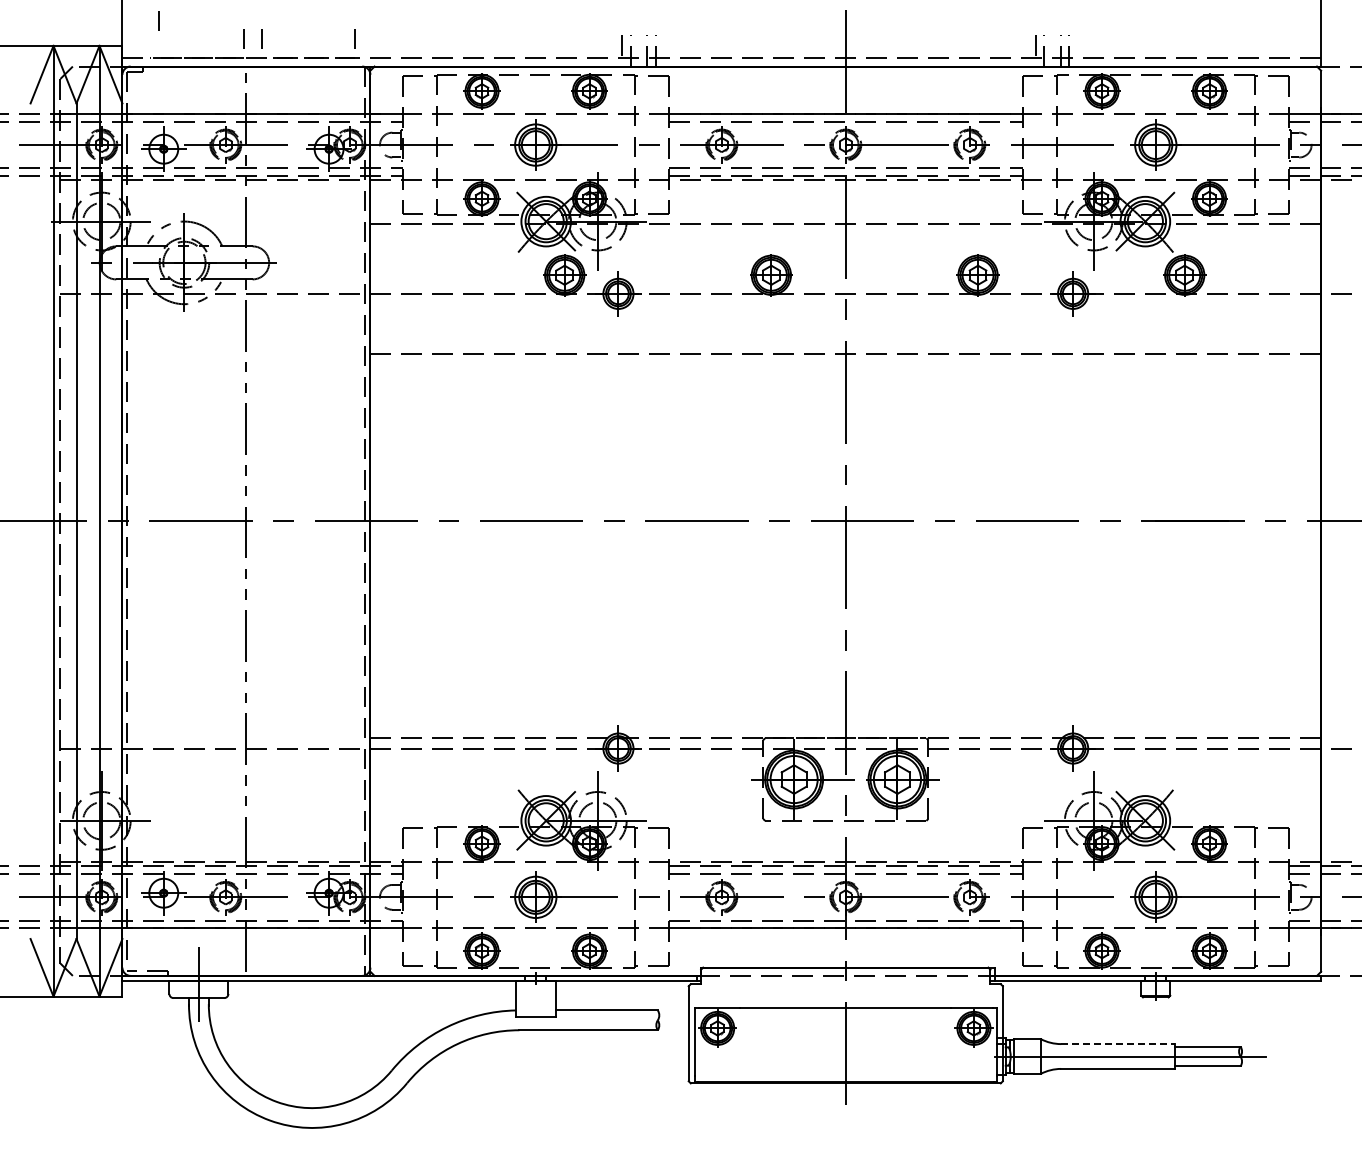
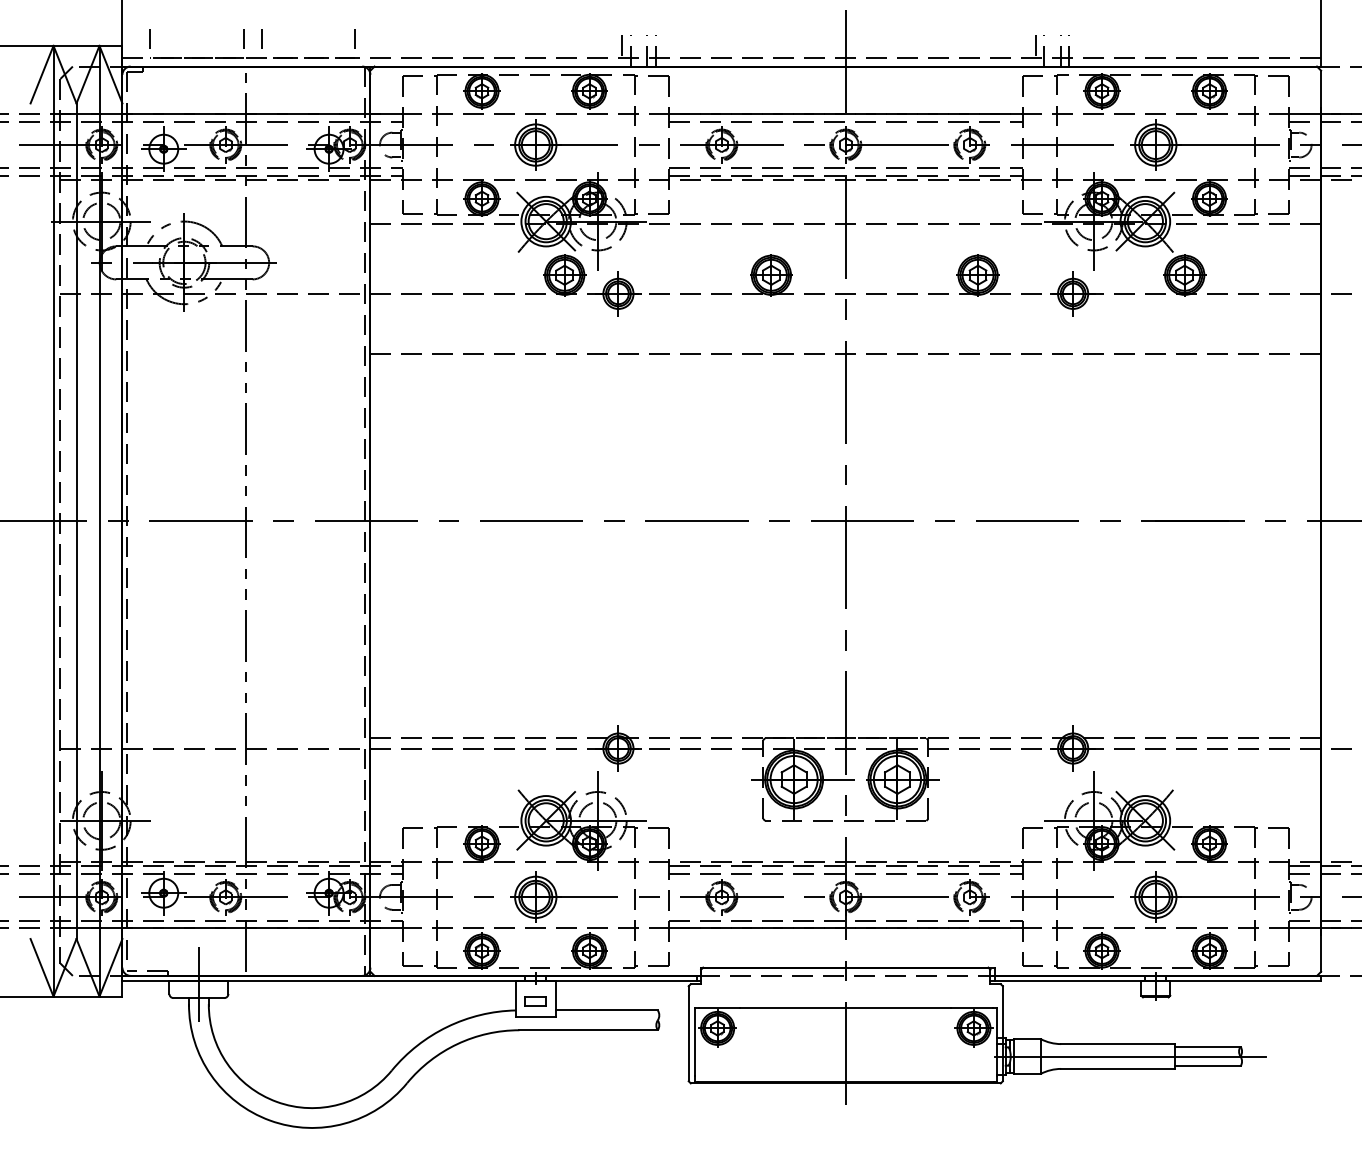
line at (158, 20) position: (158, 20) -> (149, 38)
part at (535, 1001): none -> present
line at (1118, 1044): dashed -> solid
